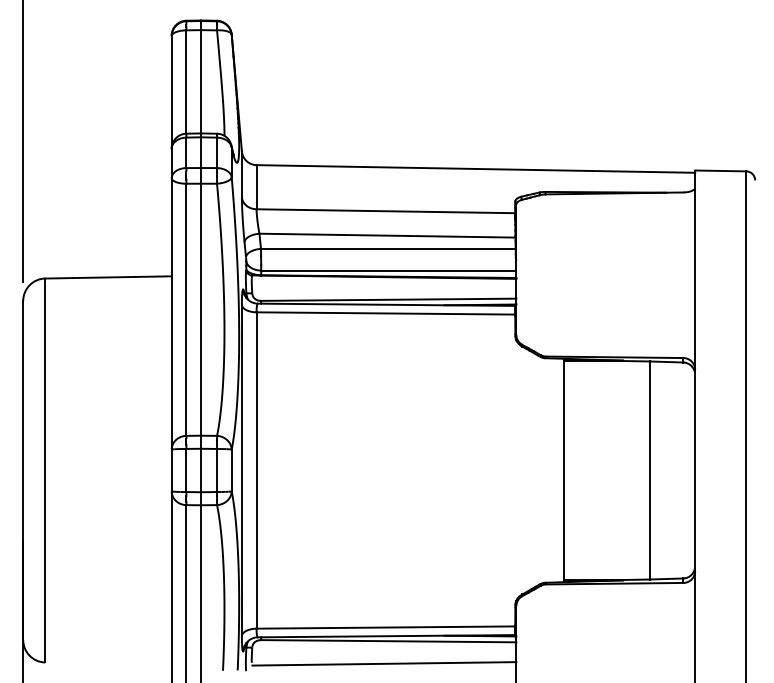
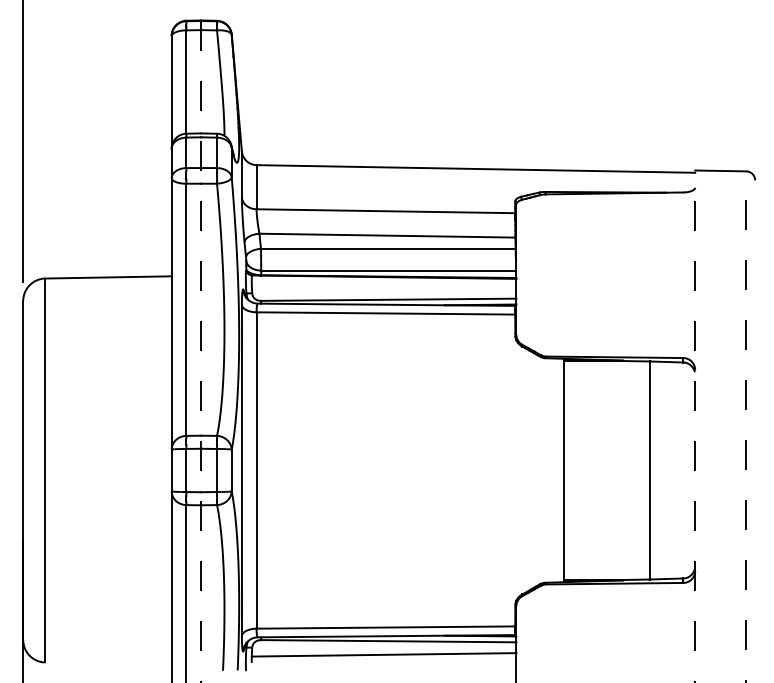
line at (201, 351): solid -> dashed
line at (695, 426): solid -> dashed
line at (746, 427): solid -> dashed
line at (384, 663) position: (384, 663) -> (384, 654)
